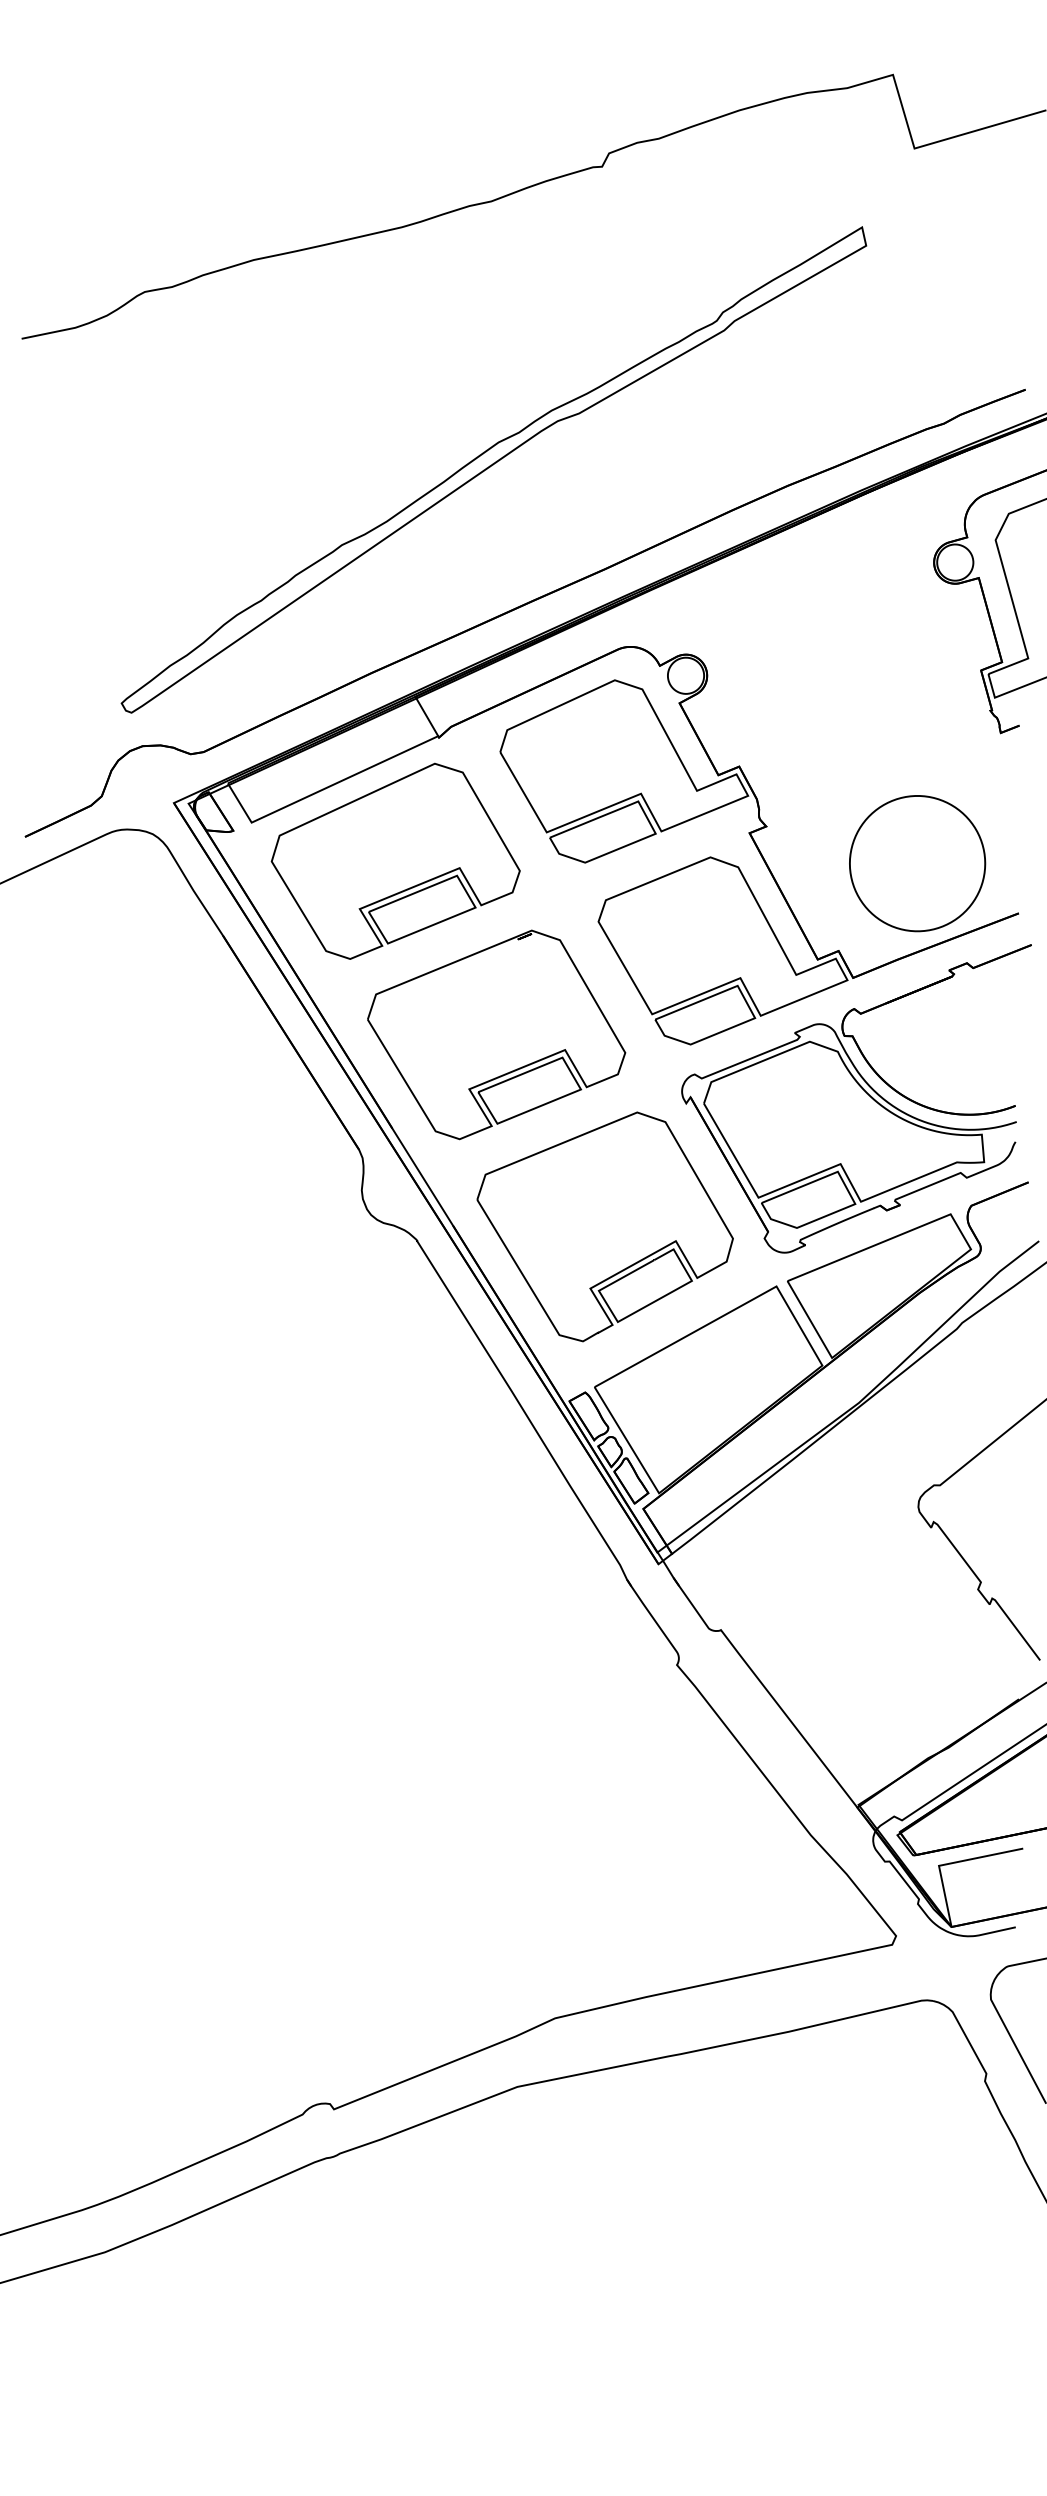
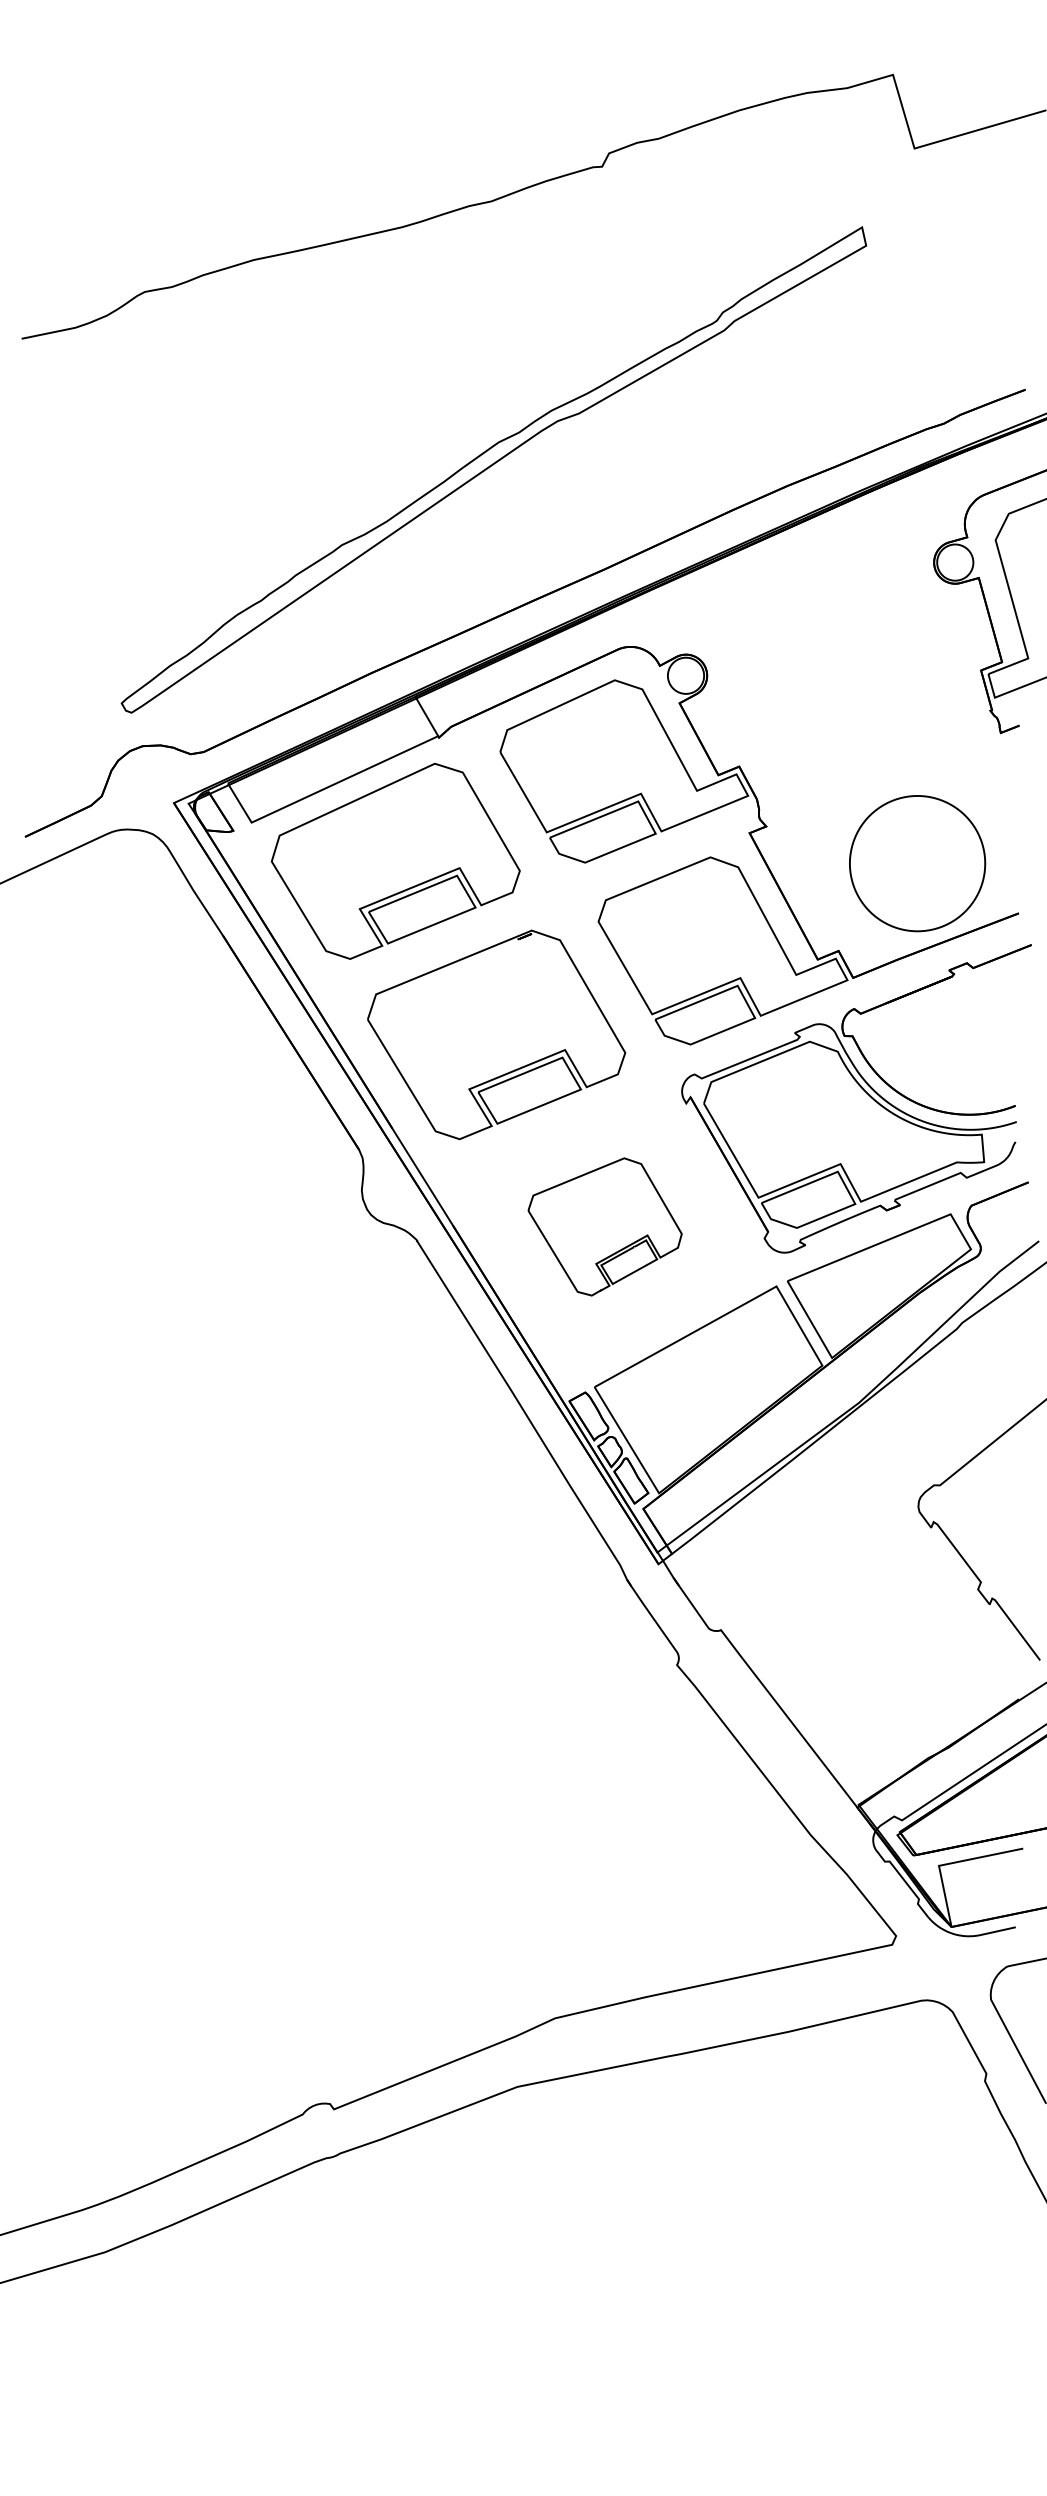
part at (604, 1226) size: 258x232 px -> 156x140 px
